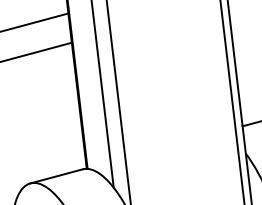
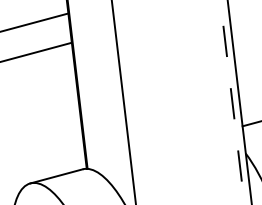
line at (102, 94): present -> none
line at (118, 101) position: (118, 101) -> (123, 101)
line at (232, 102): solid -> dashed
